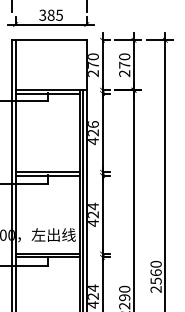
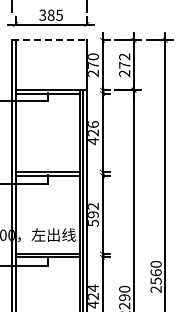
line at (50, 40): solid -> dashed
text at (124, 56): 270 -> 272
text at (93, 214): 424 -> 592
